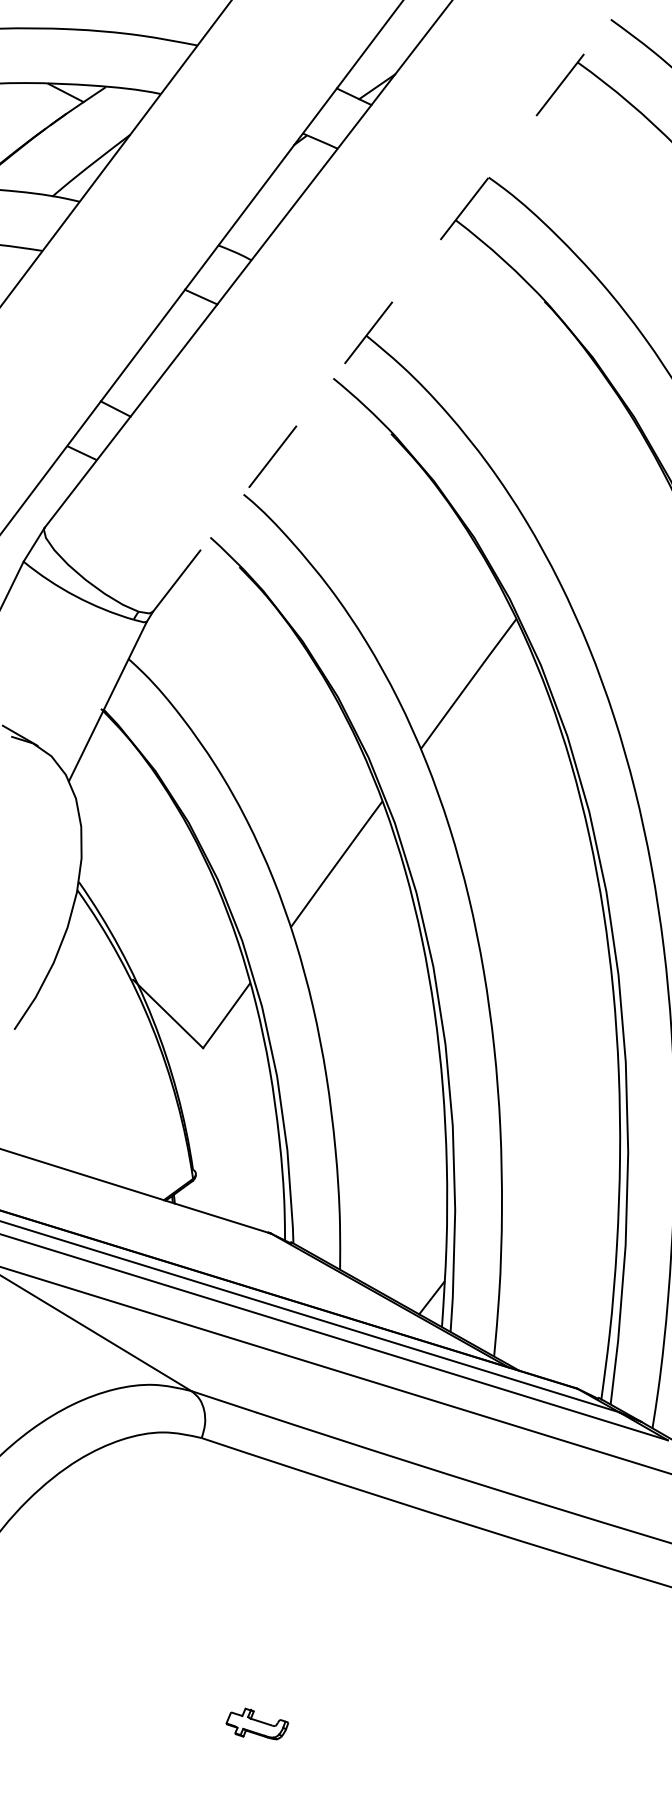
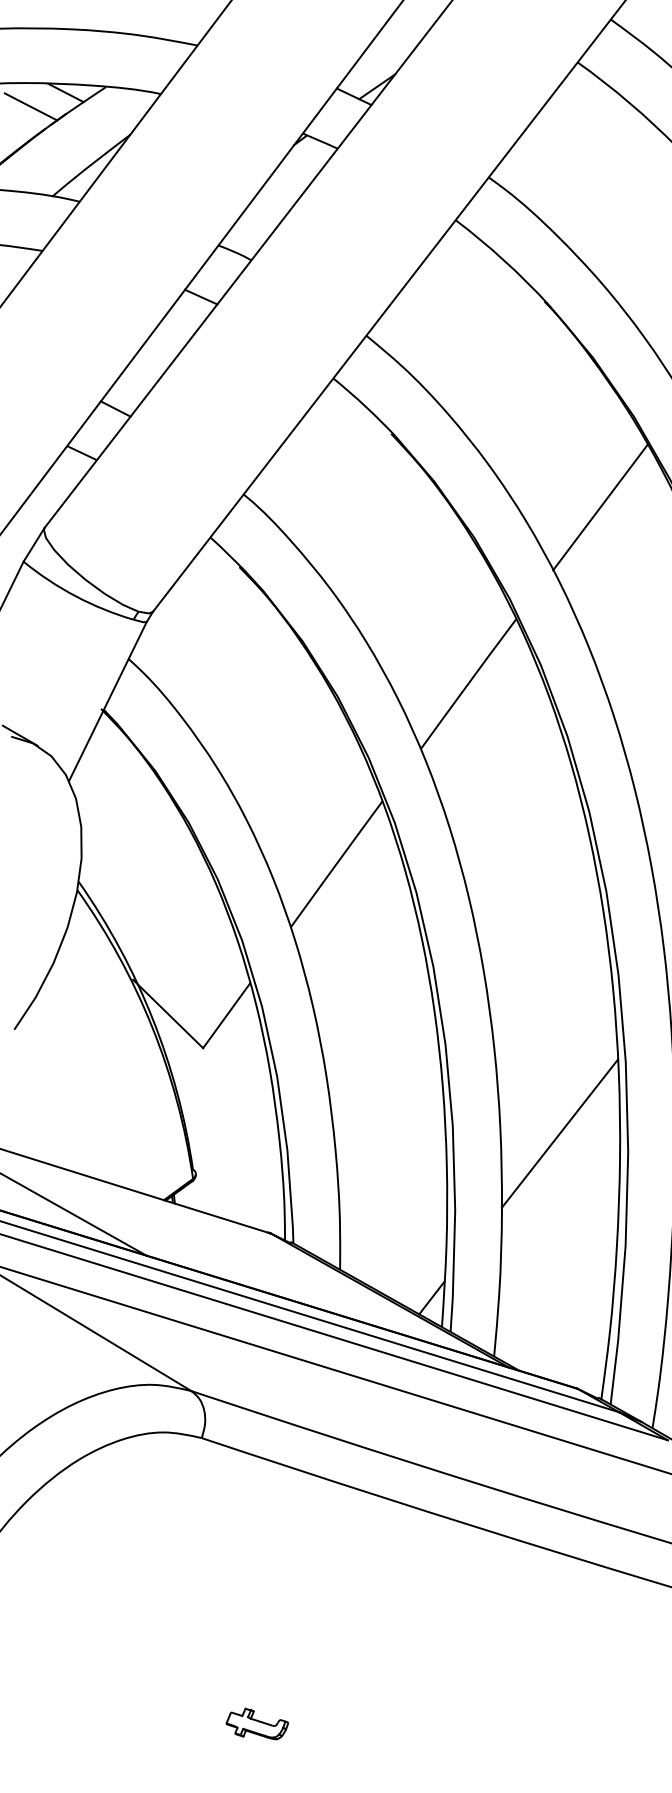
line at (30, 106): none -> present
line at (389, 305): dashed -> solid
line at (600, 507): none -> present
line at (559, 1133): none -> present
line at (74, 1214): none -> present
